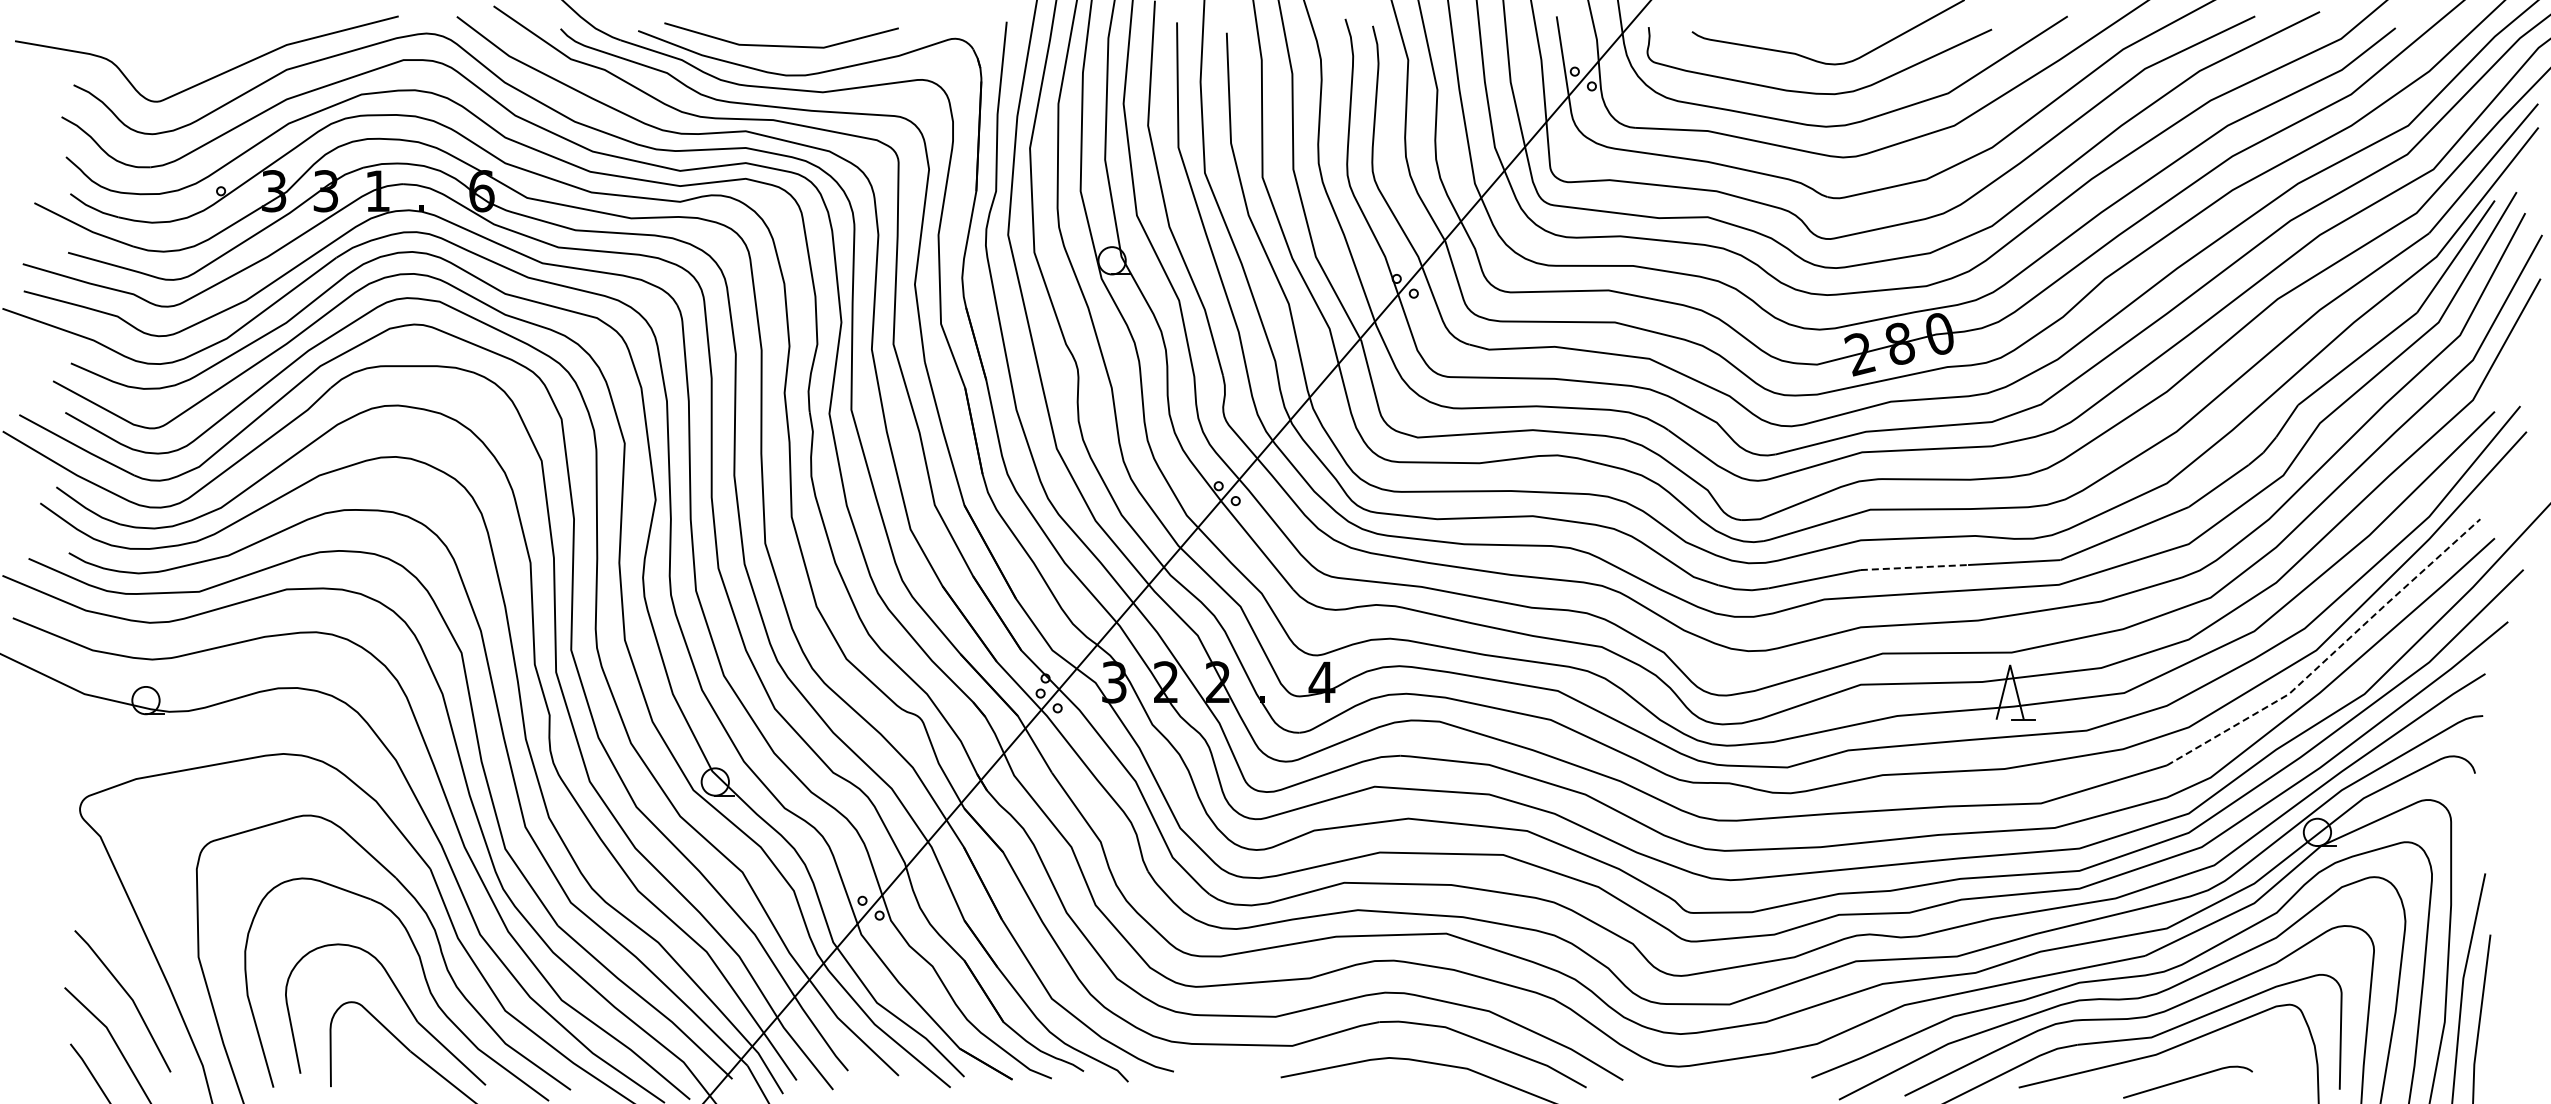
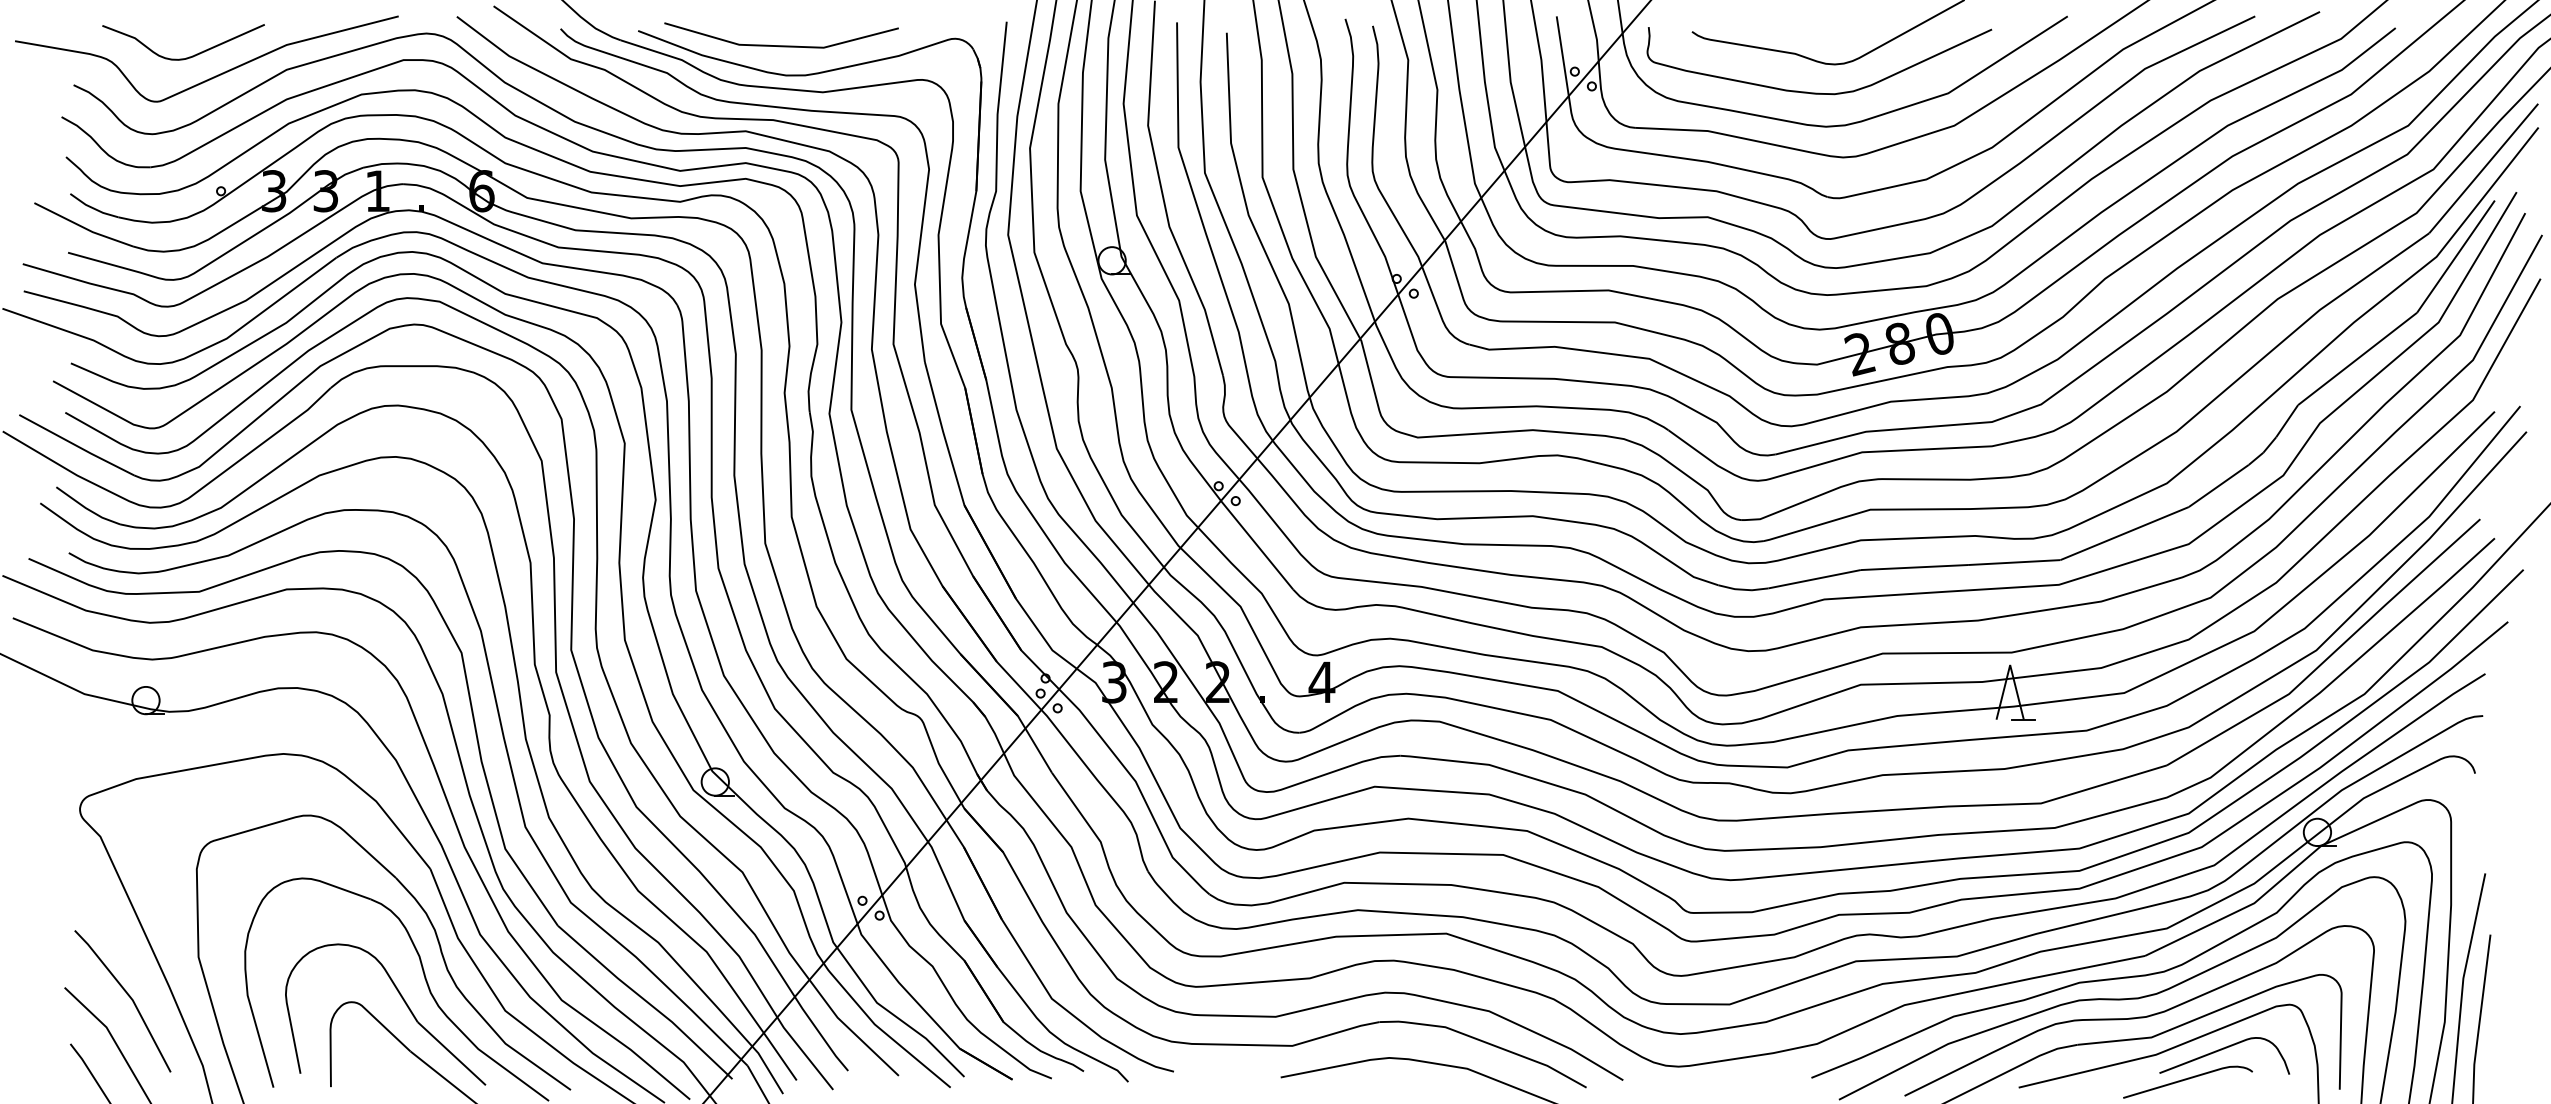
curve at (189, 56): none -> present
line at (1914, 567): dashed -> solid
line at (2332, 654): dashed -> solid
curve at (2221, 1050): none -> present
